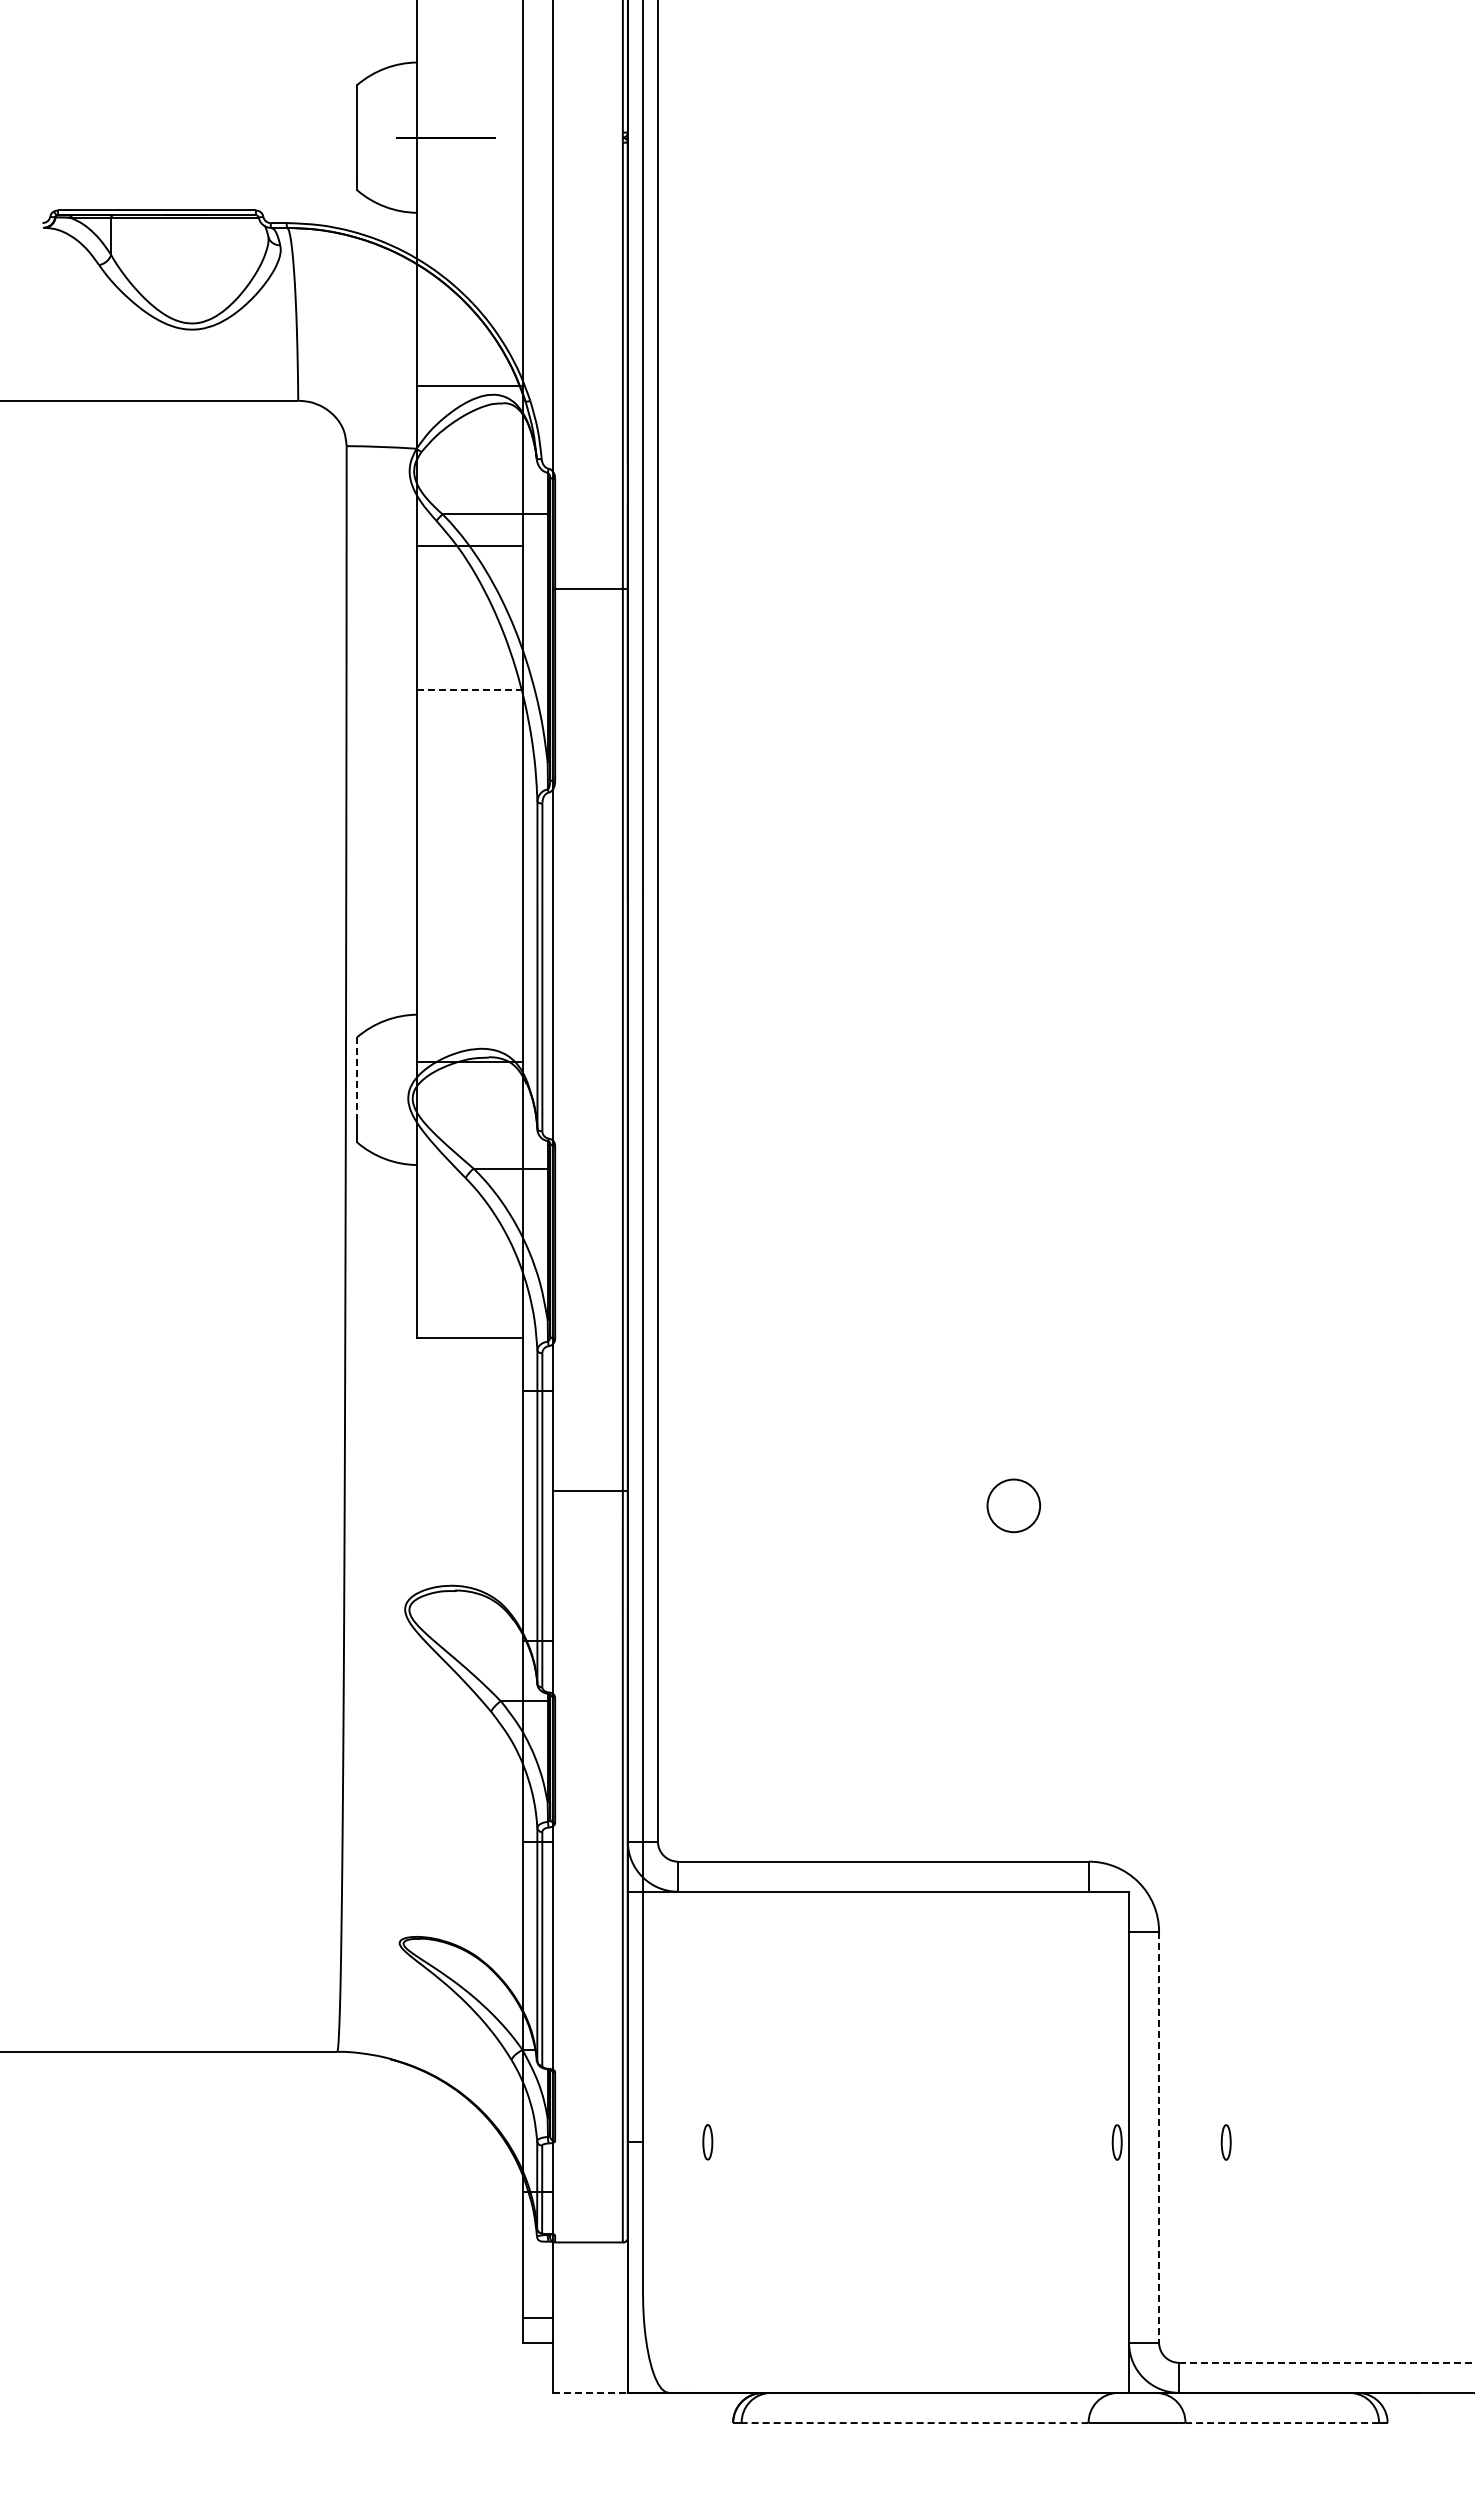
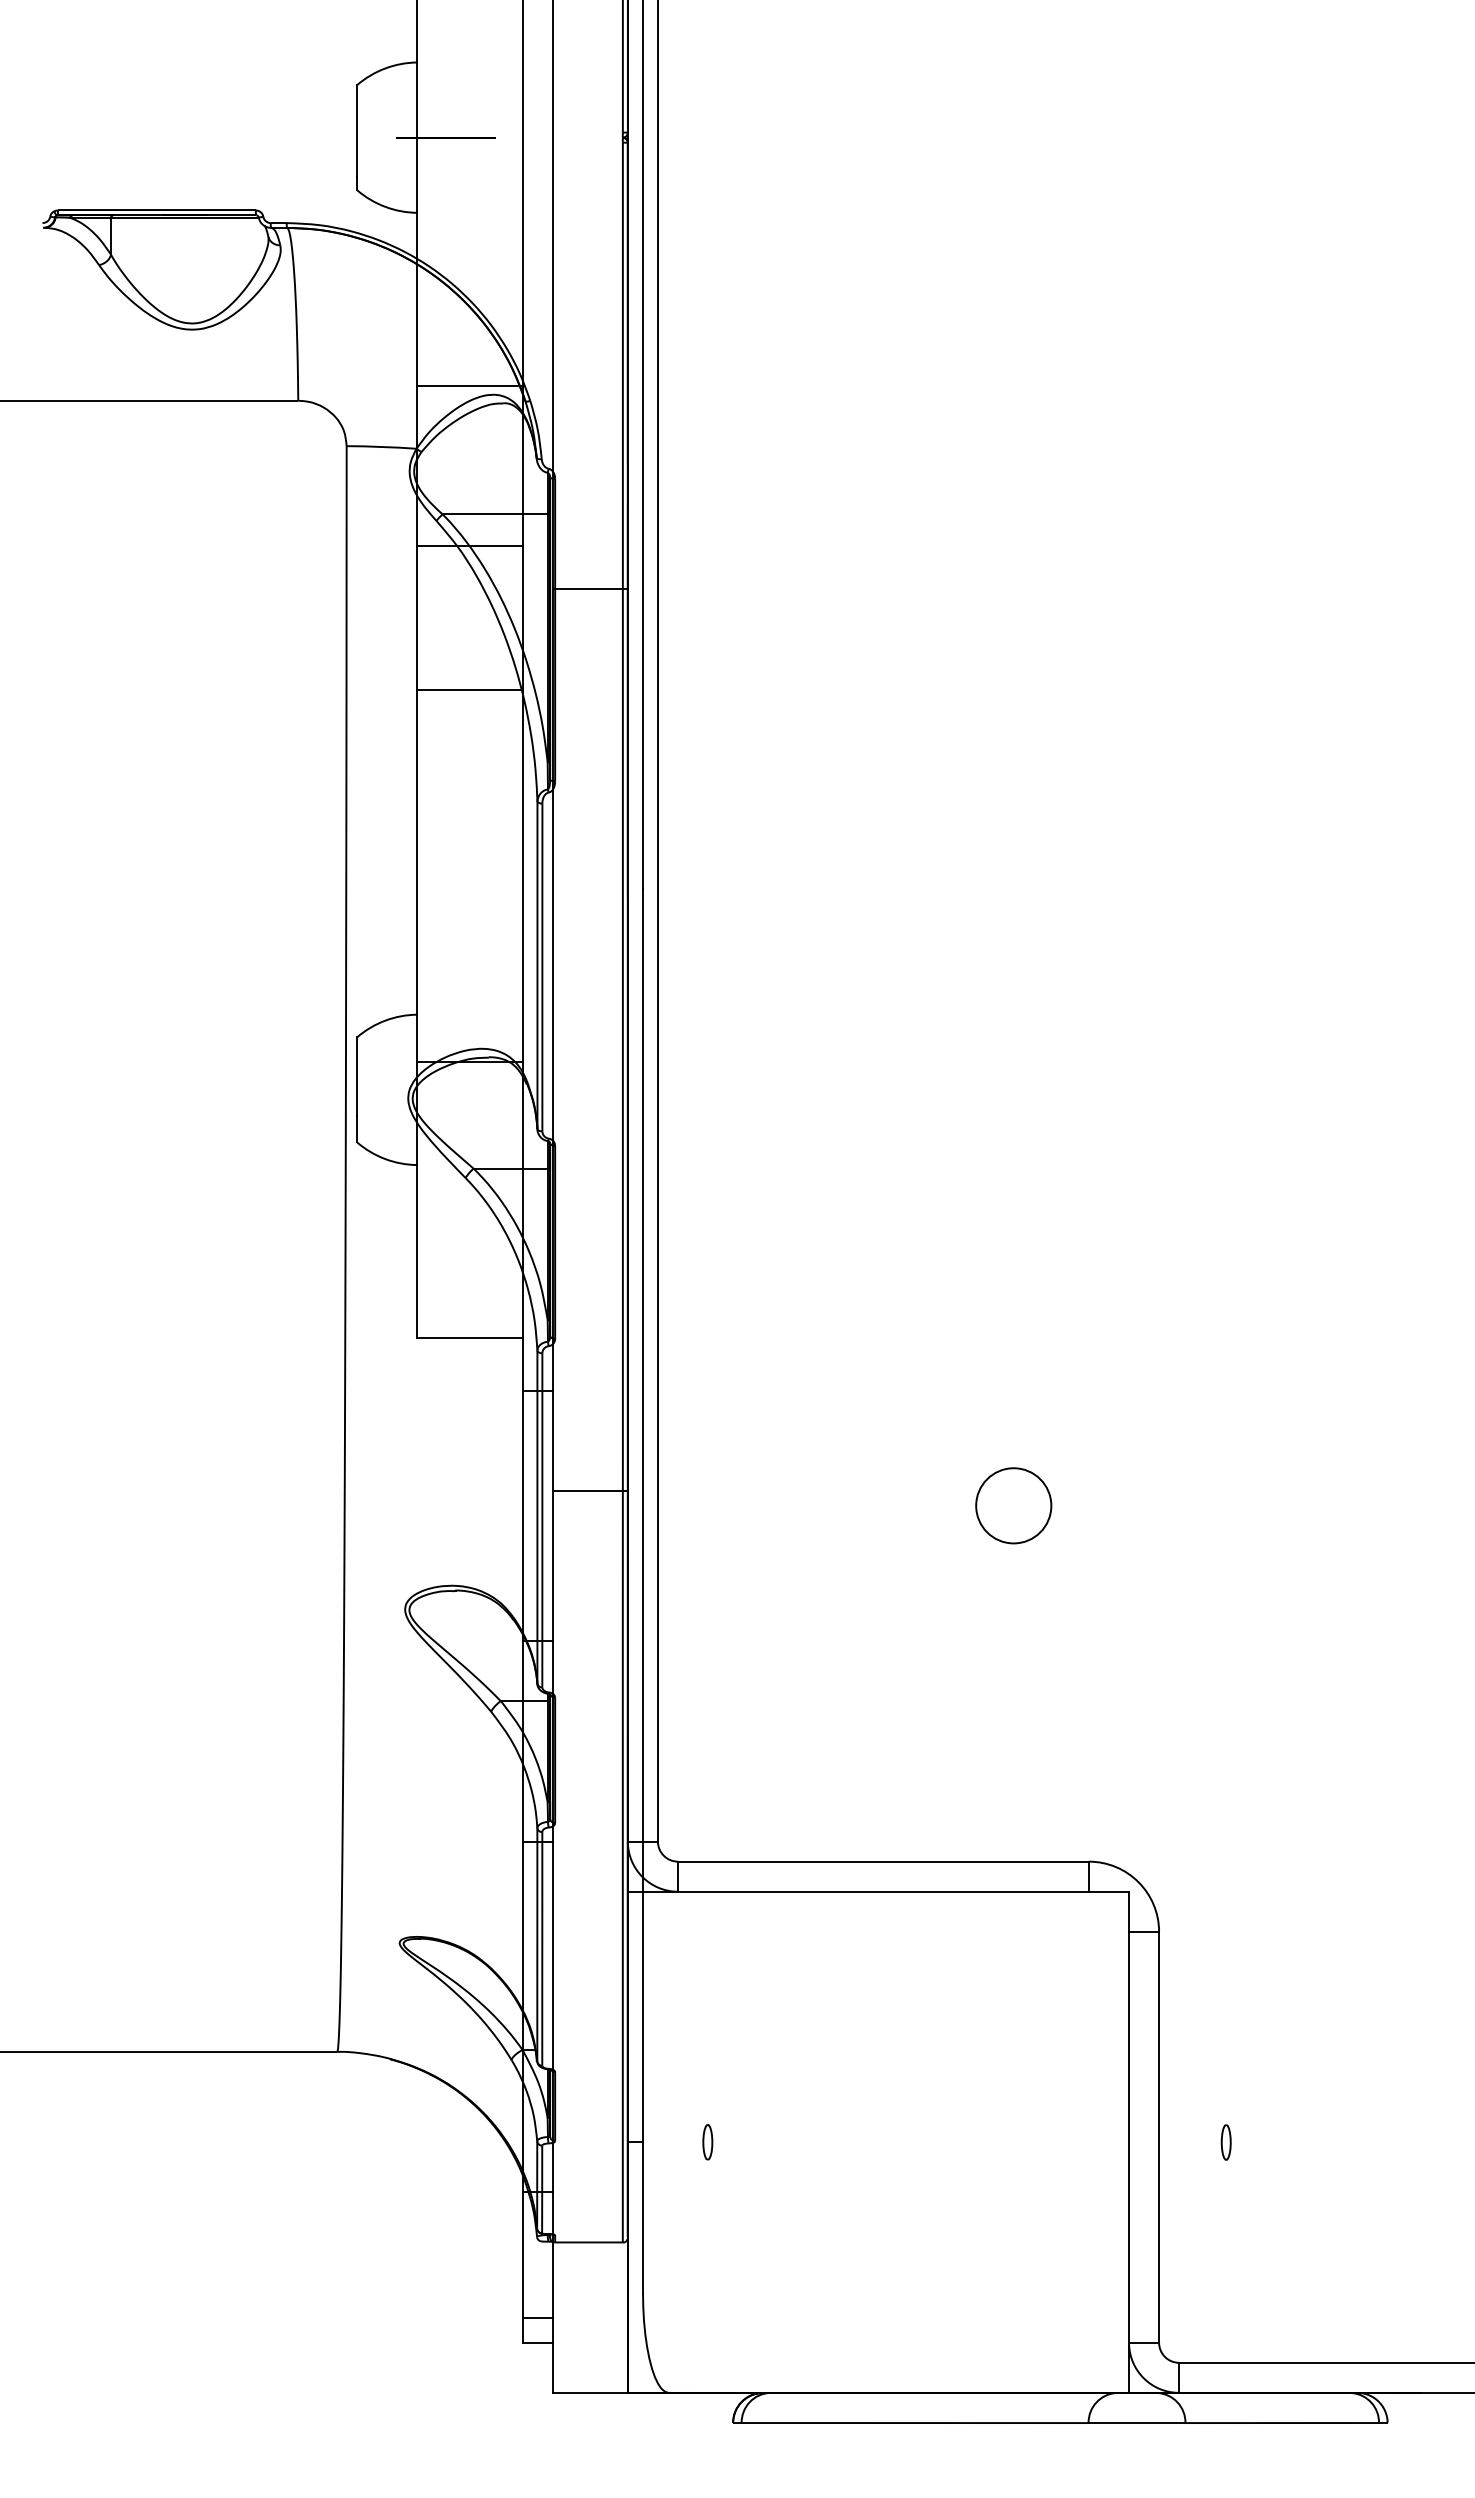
line at (470, 690): dashed -> solid
line at (357, 1076): dashed -> solid
circle at (1013, 1505) size: 55x56 px -> 78x78 px
line at (1159, 2137): dashed -> solid
part at (1116, 2142): present -> none
line at (1327, 2362): dashed -> solid
line at (590, 2392): dashed -> solid
line at (914, 2423): dashed -> solid
line at (1282, 2423): dashed -> solid
